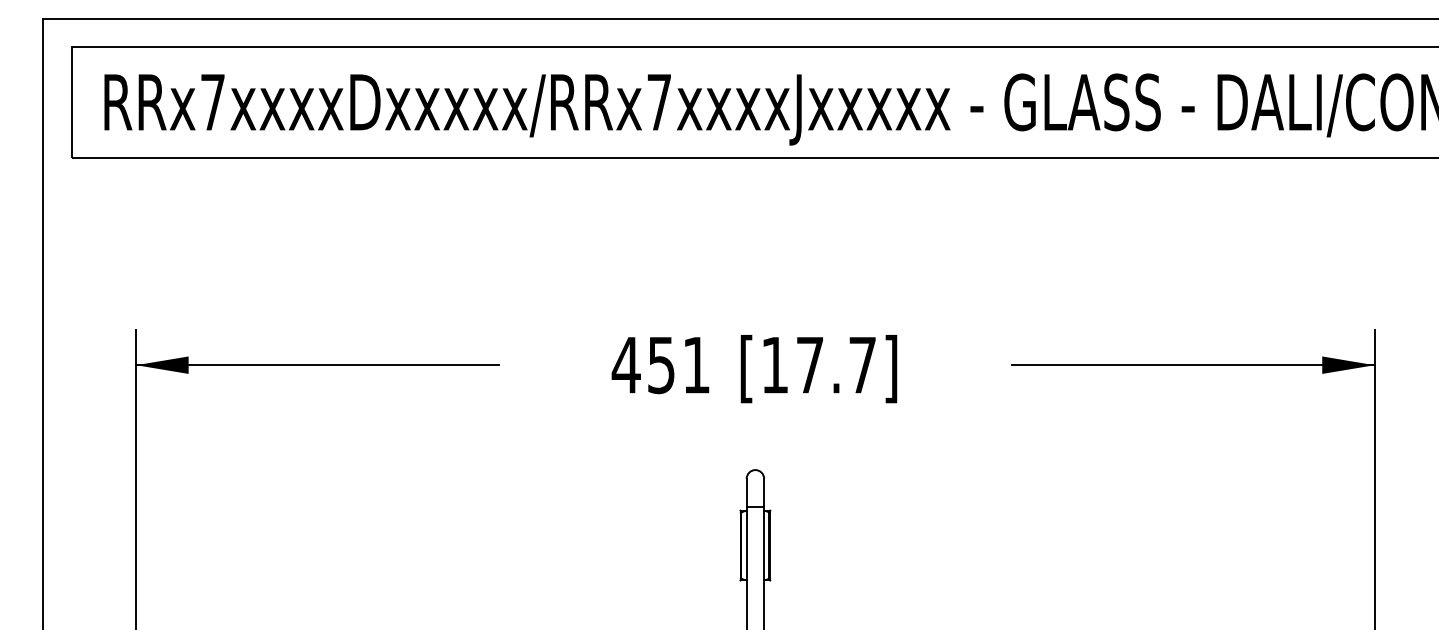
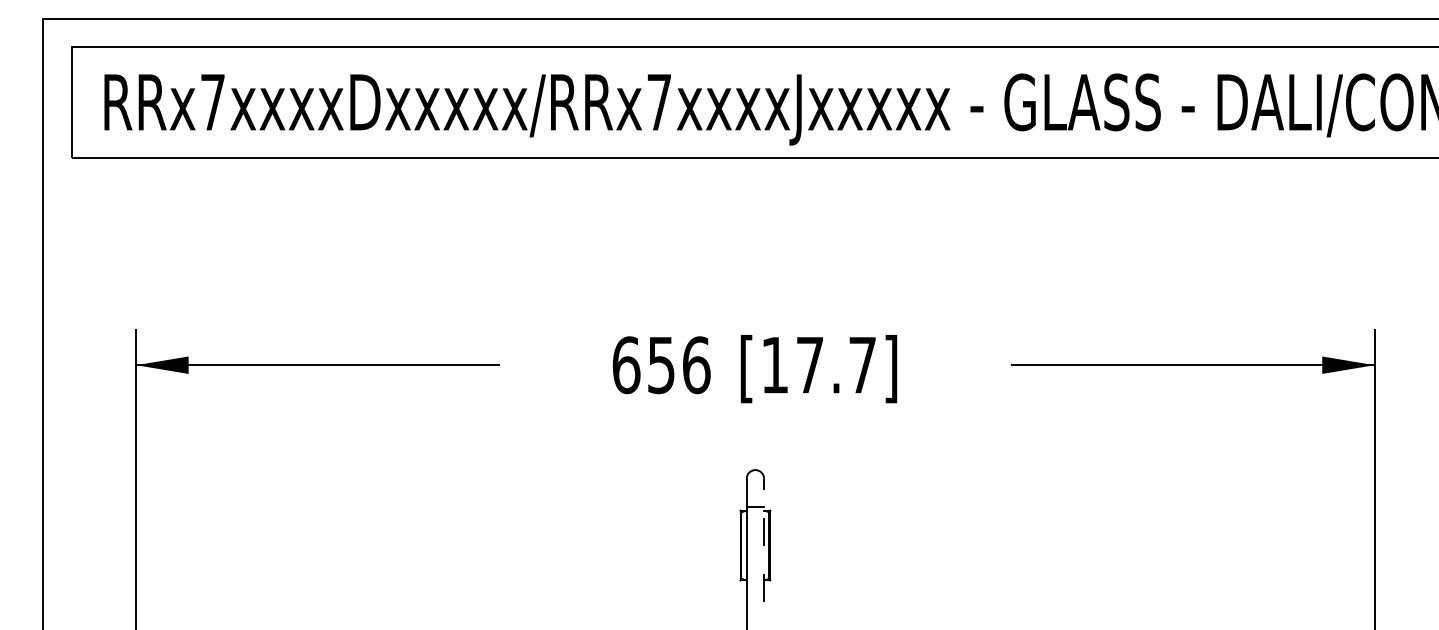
text at (660, 365): 451 -> 656
line at (764, 553): solid -> dashed
